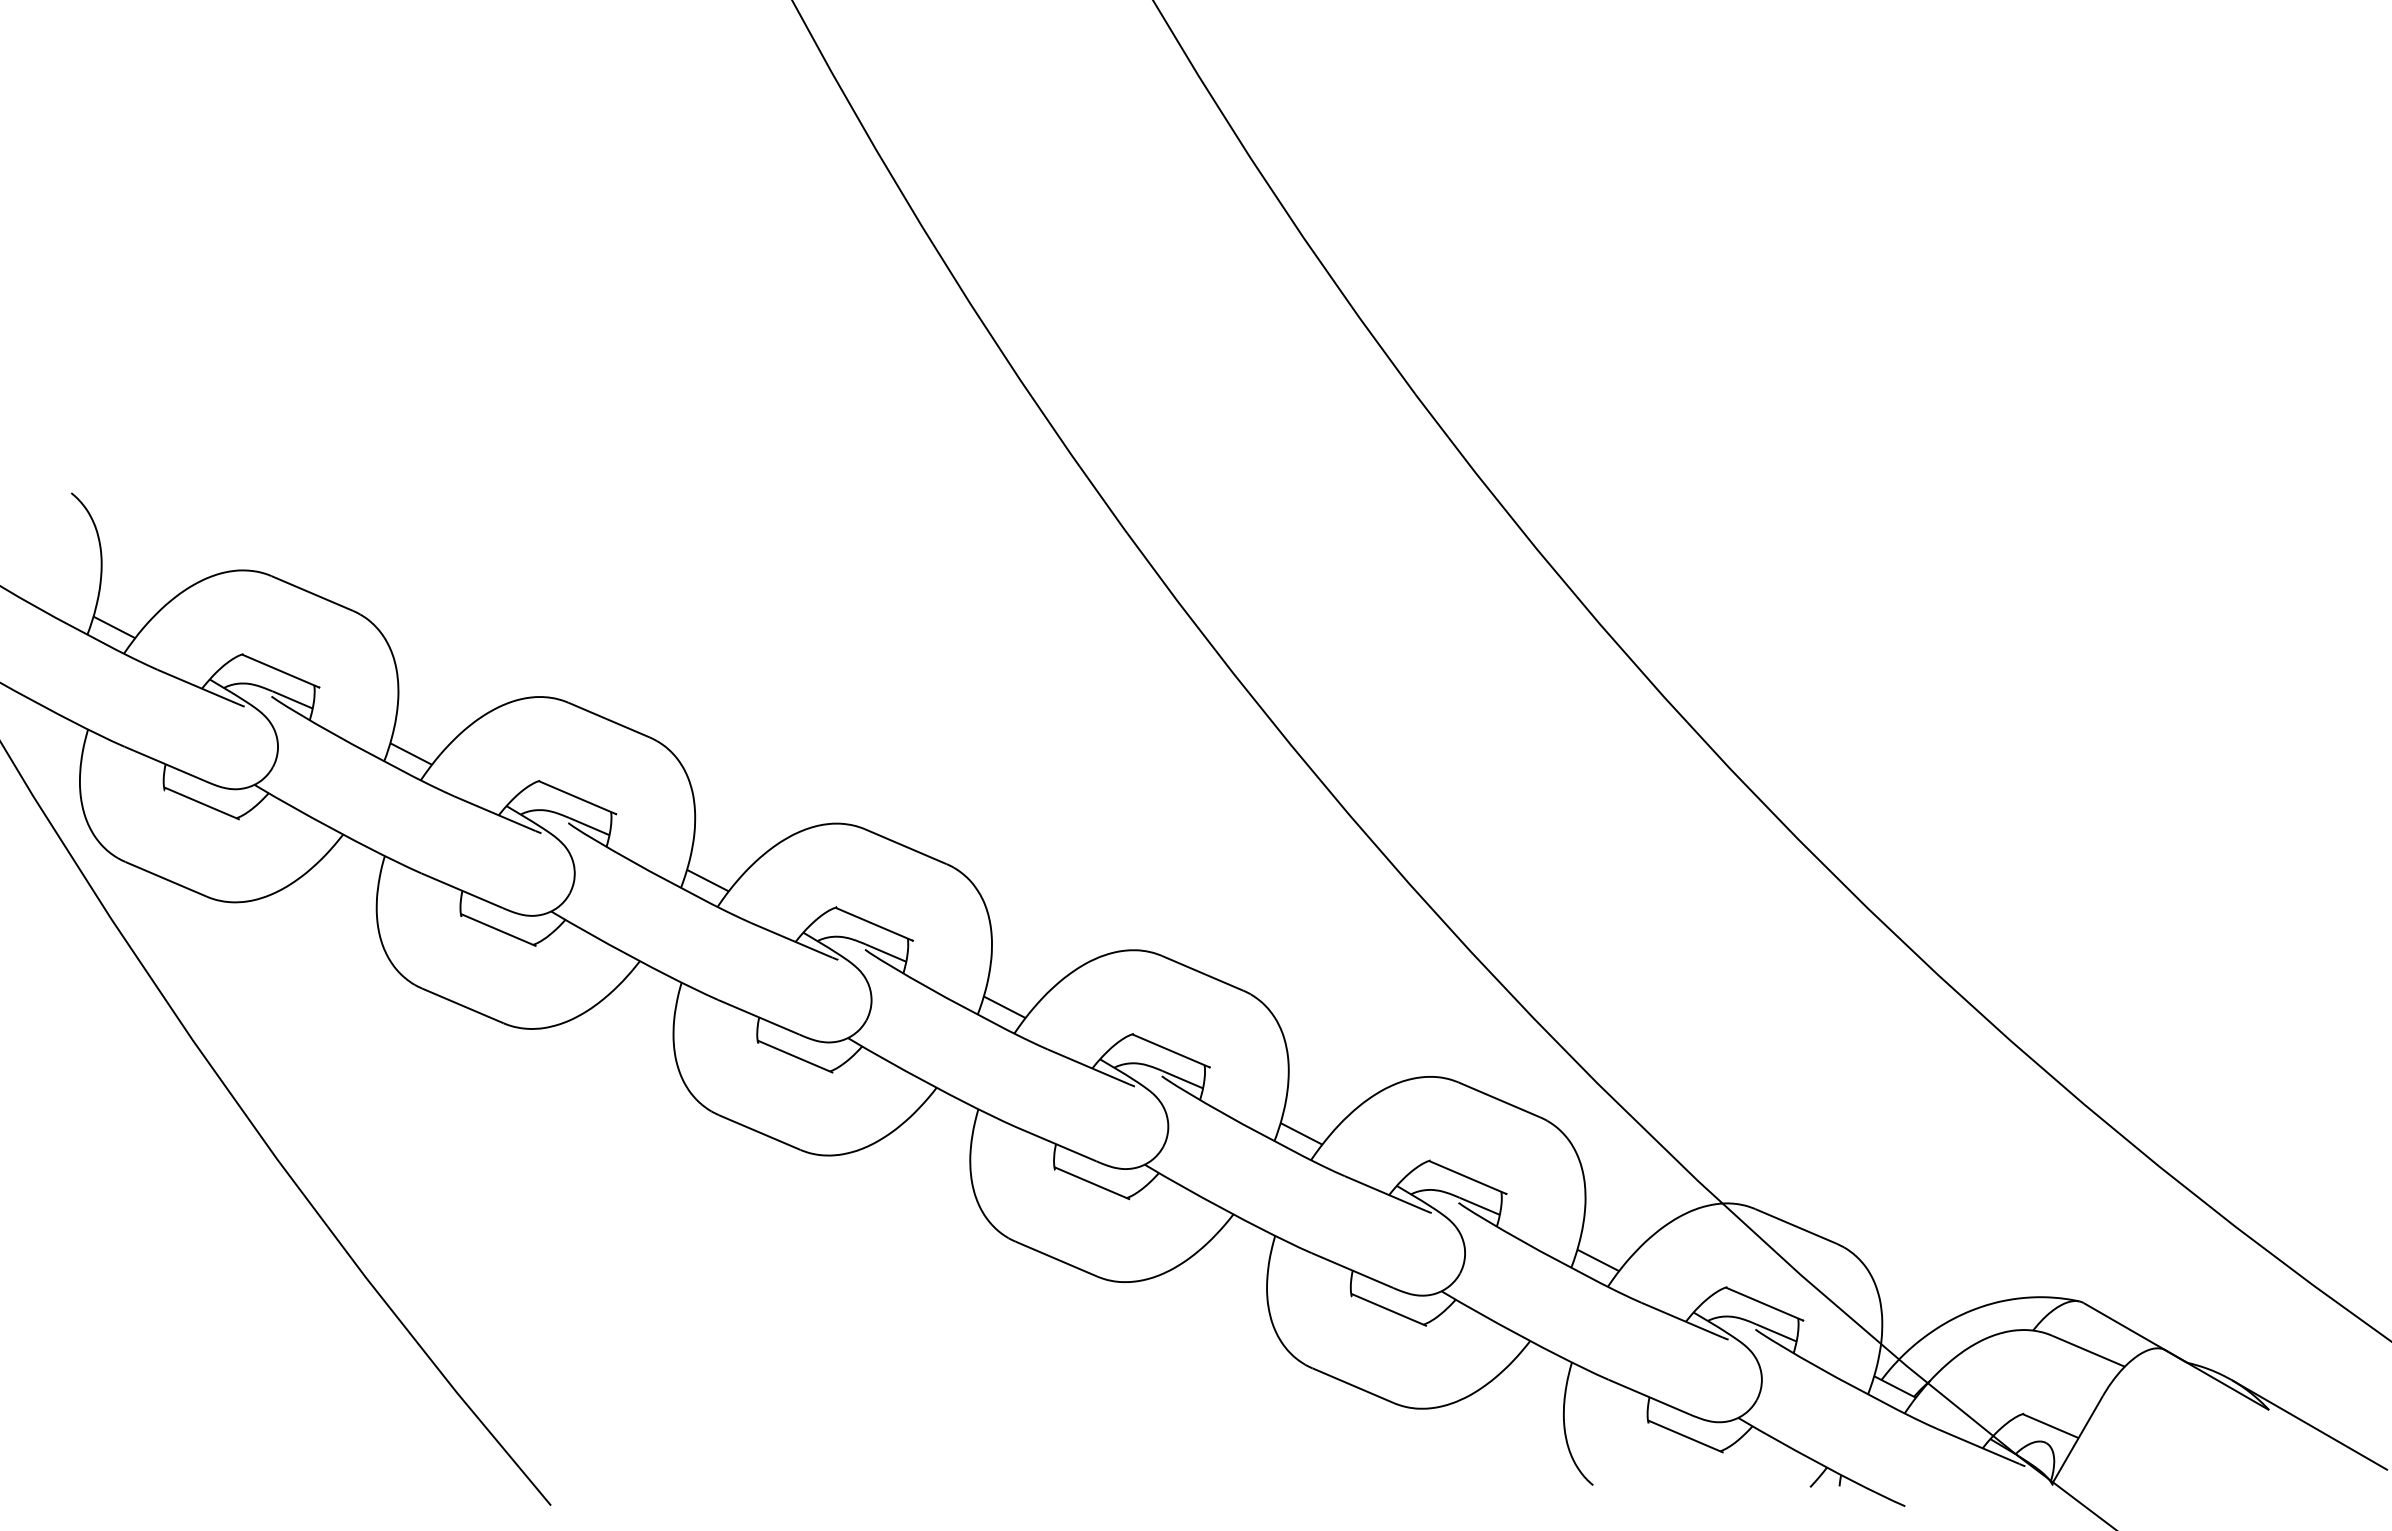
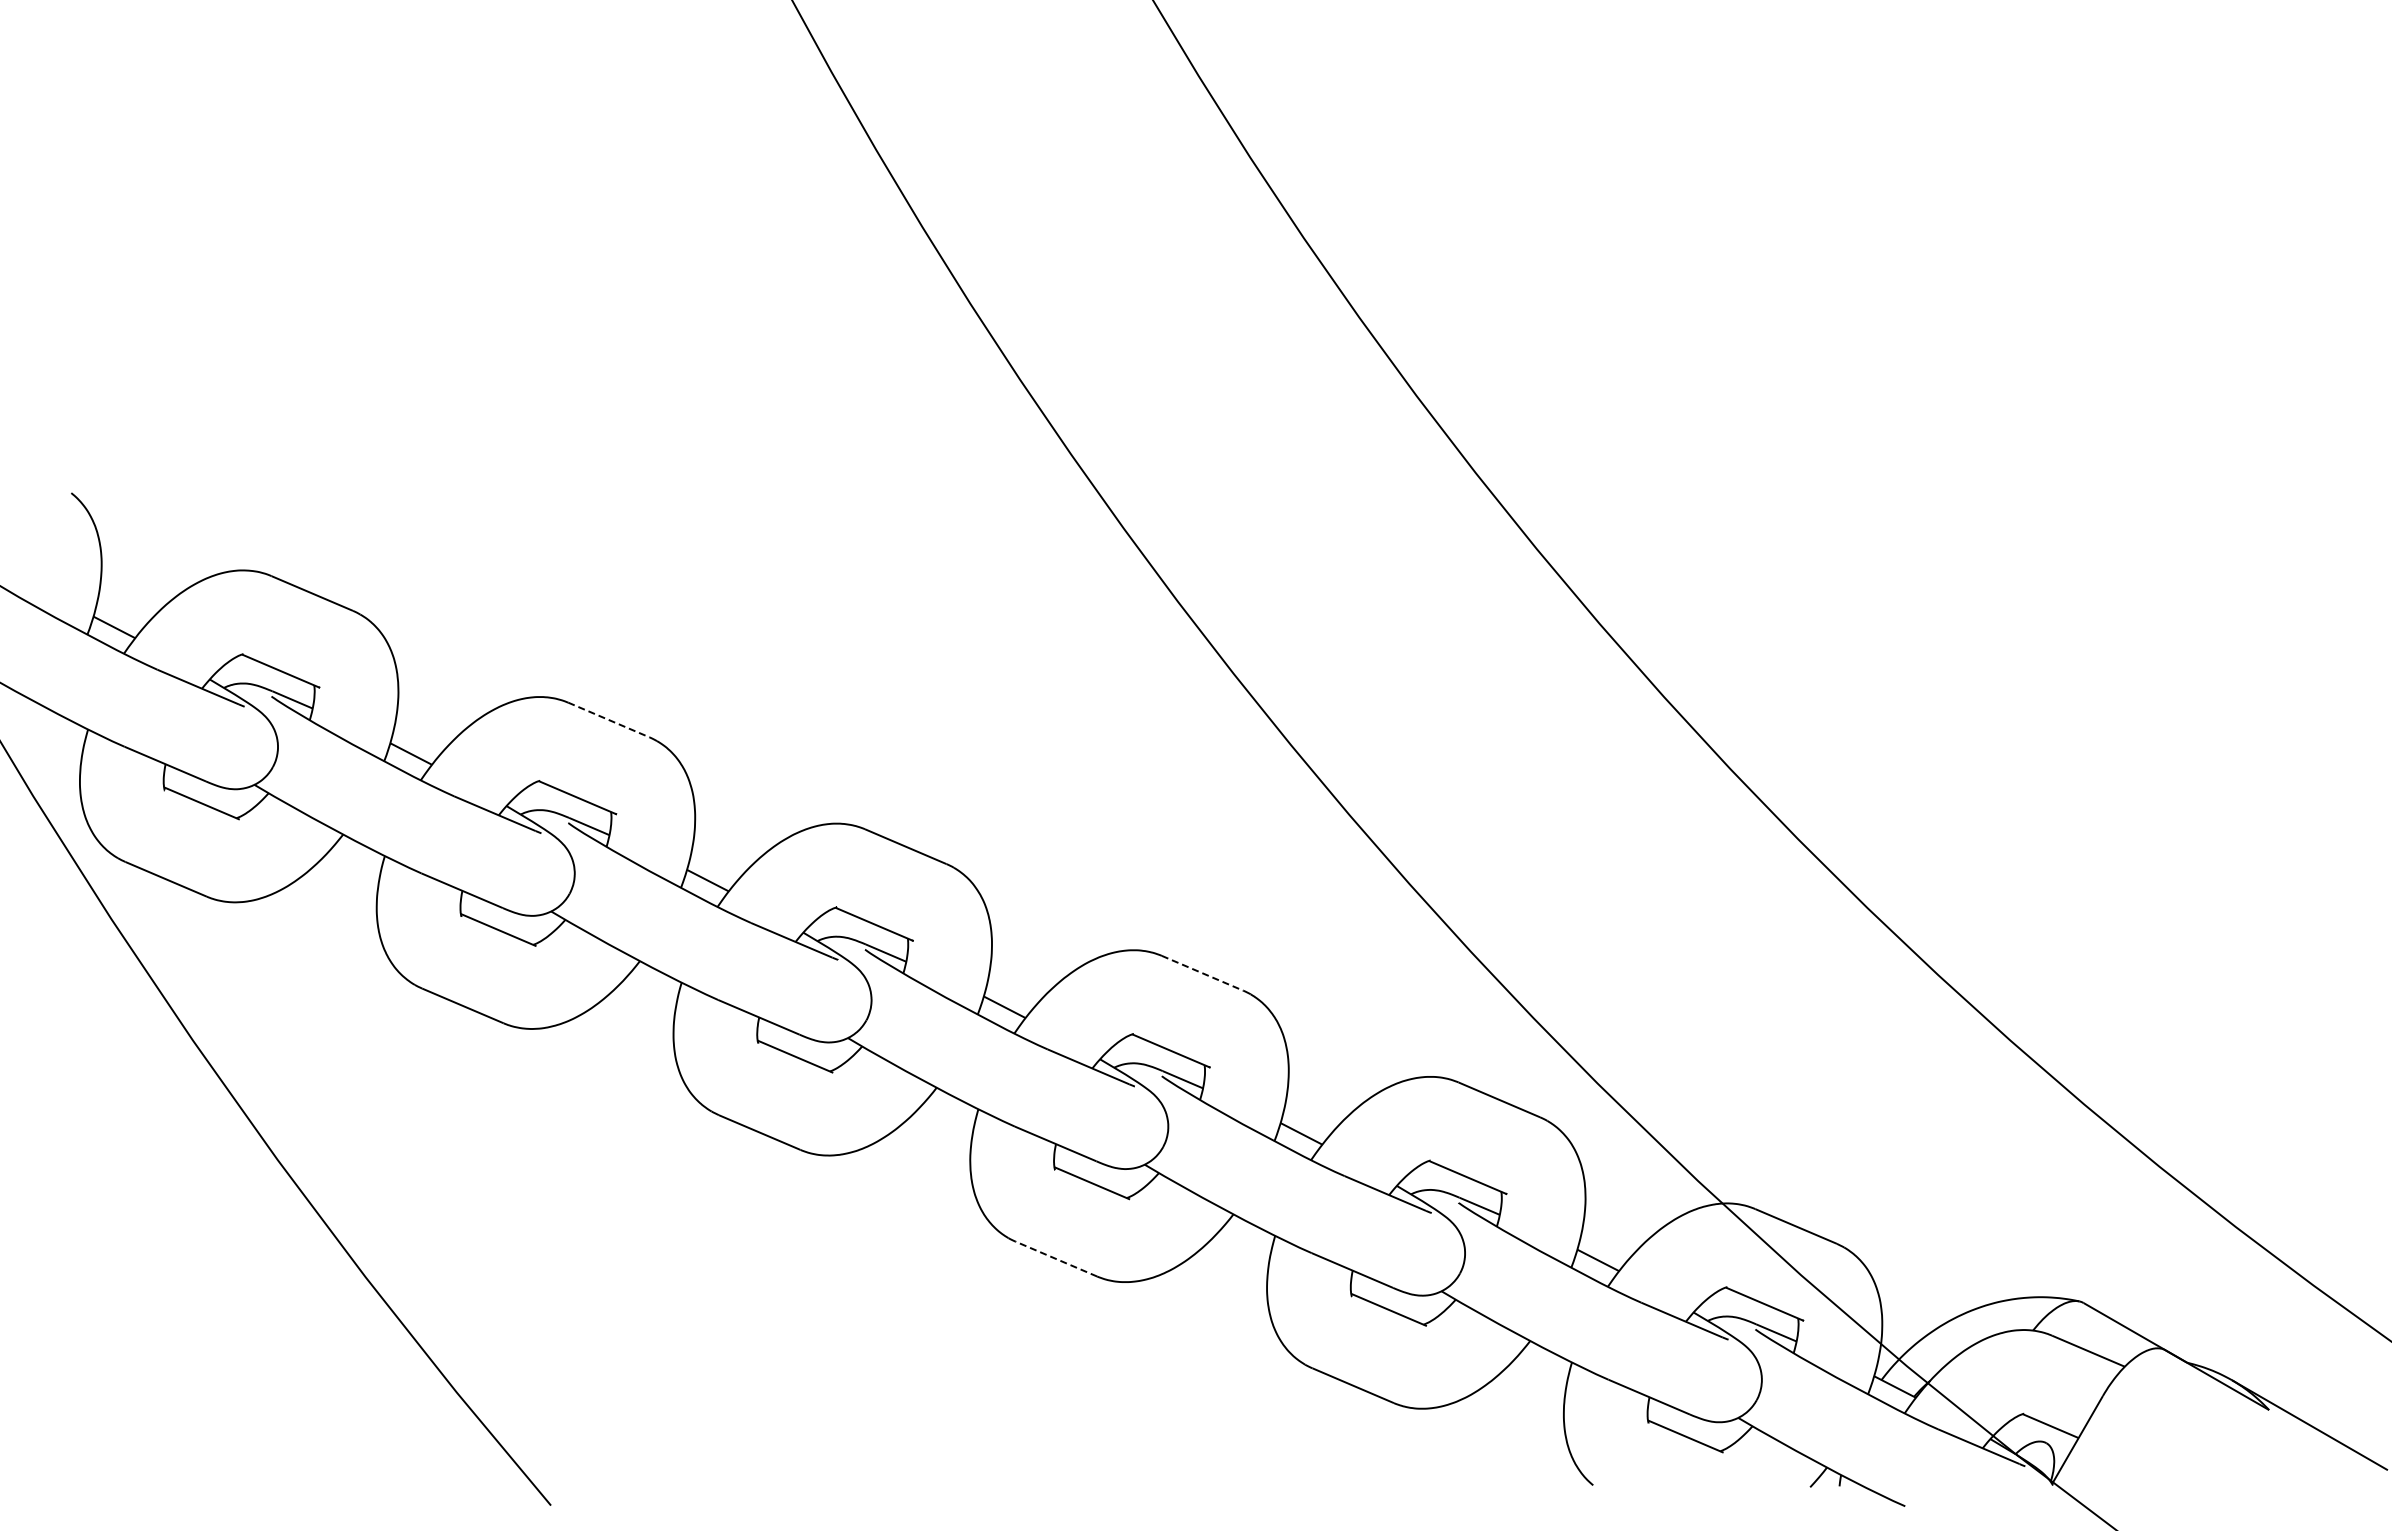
line at (609, 720): solid -> dashed
line at (1203, 973): solid -> dashed
line at (1055, 1258): solid -> dashed
